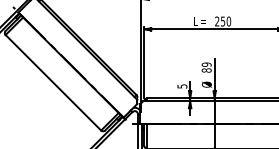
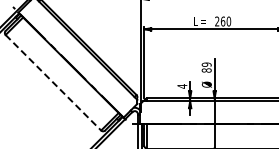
text at (222, 21): 250 -> 260
line at (53, 82): solid -> dashed
text at (182, 86): 5 -> 4
